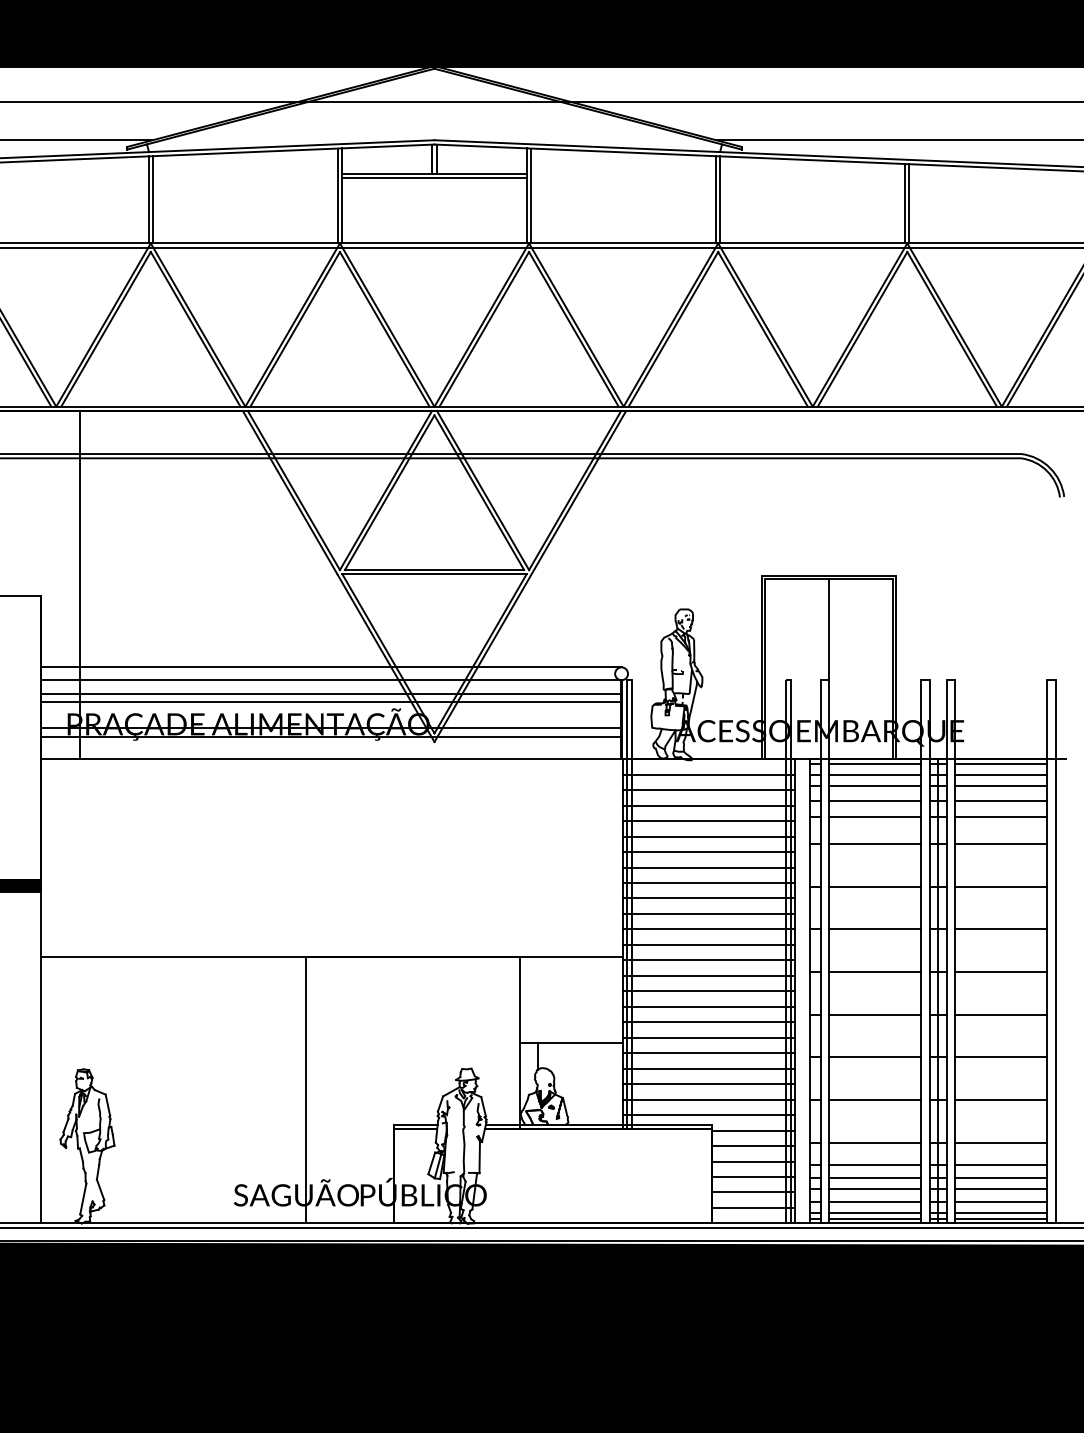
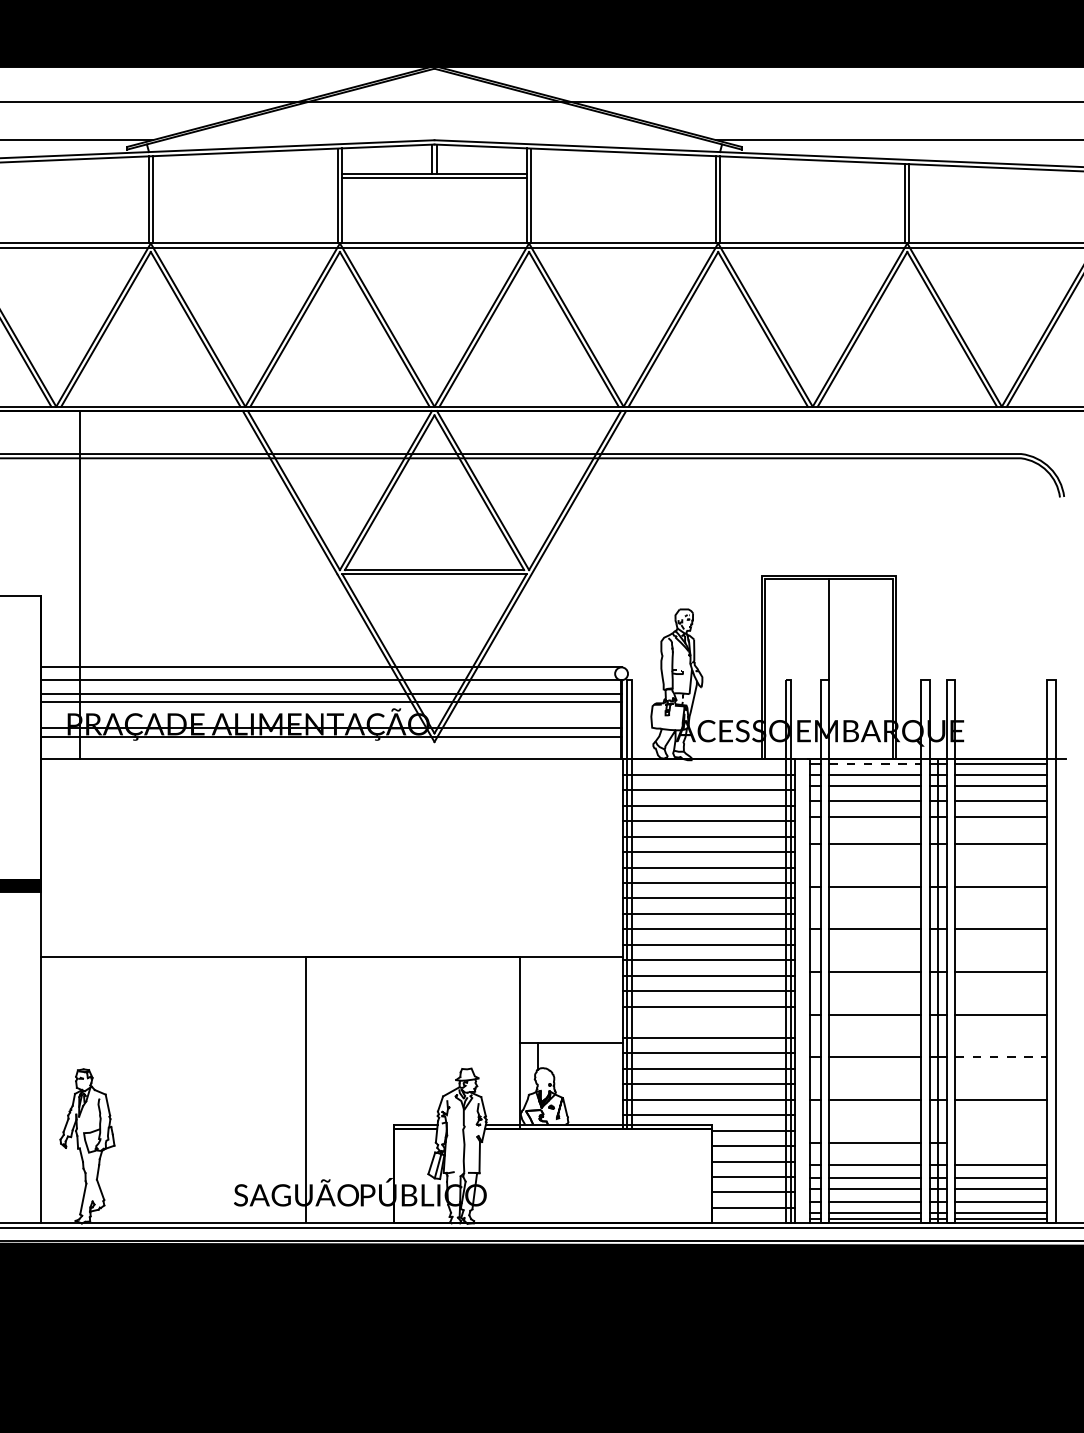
line at (875, 763): solid -> dashed
line at (708, 1022): present -> none
line at (1001, 1057): solid -> dashed
line at (1001, 1142): present -> none
